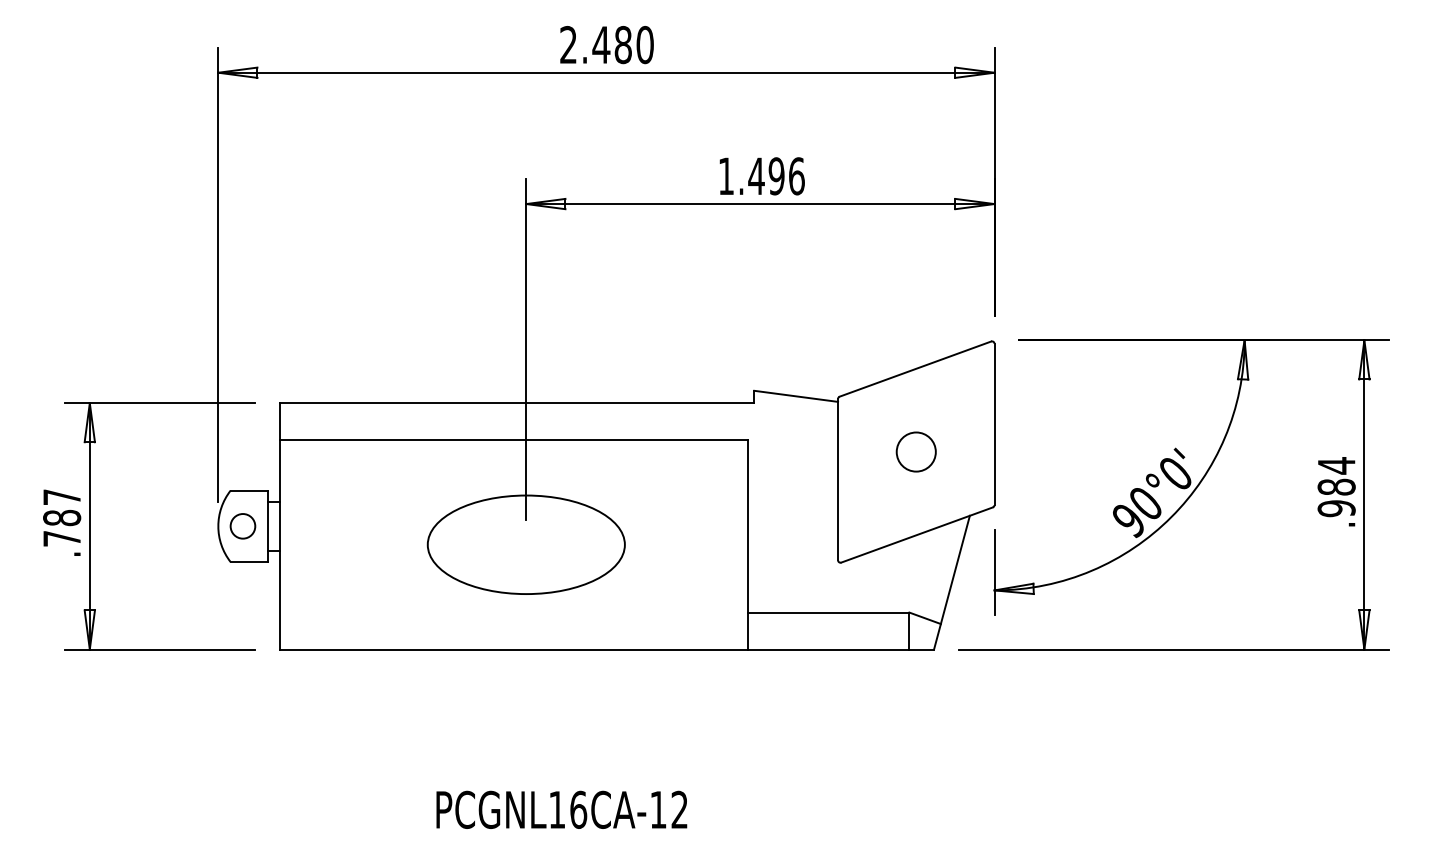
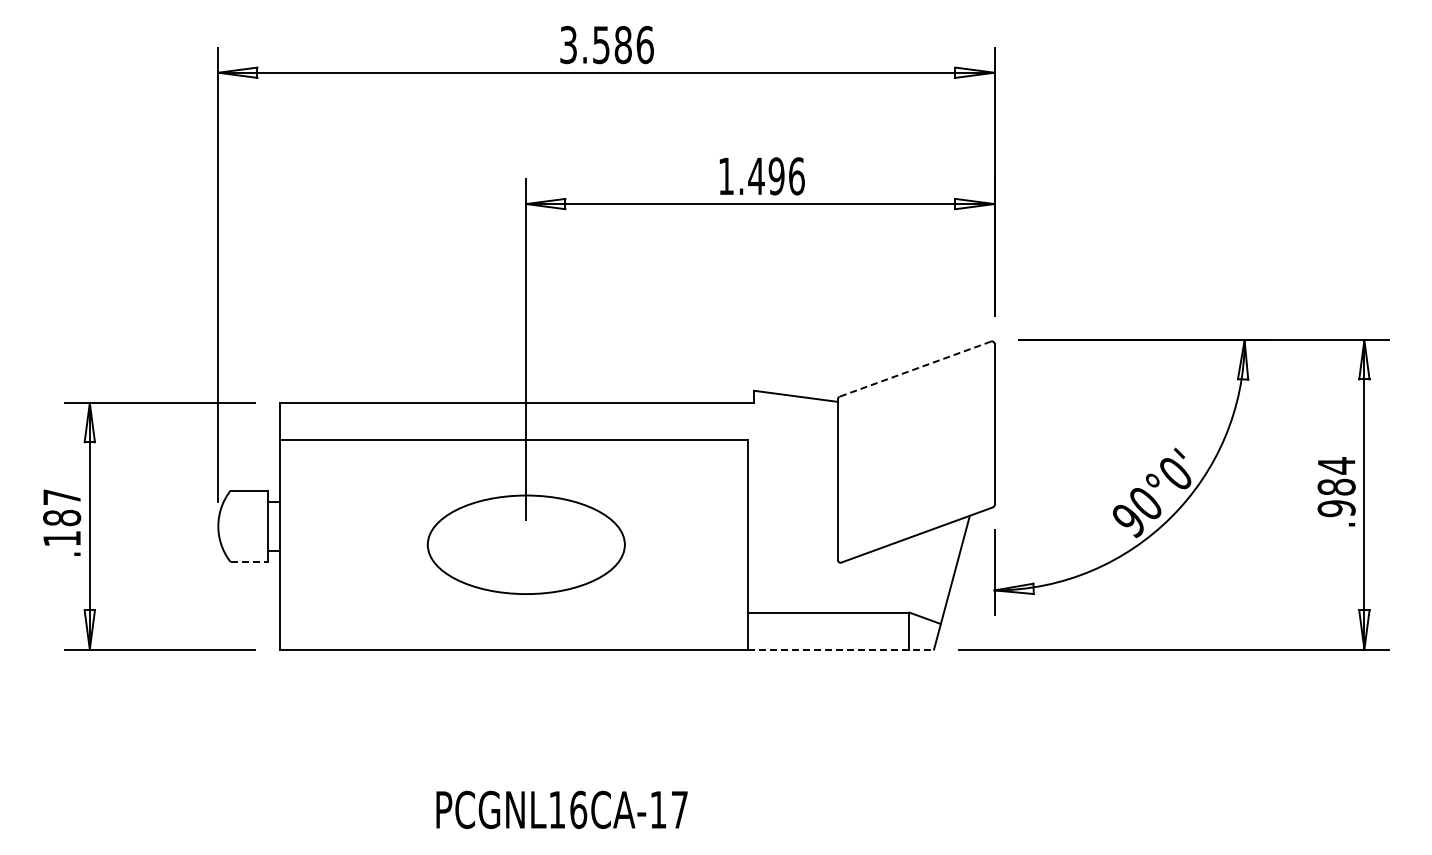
text at (606, 44): 2.480 -> 3.586
line at (915, 369): solid -> dashed
circle at (915, 451): present -> none
circle at (242, 526): present -> none
text at (61, 538): .787 -> .187
line at (249, 562): solid -> dashed
line at (841, 649): solid -> dashed
text at (679, 809): PCGNL16CA-12 -> PCGNL16CA-17
